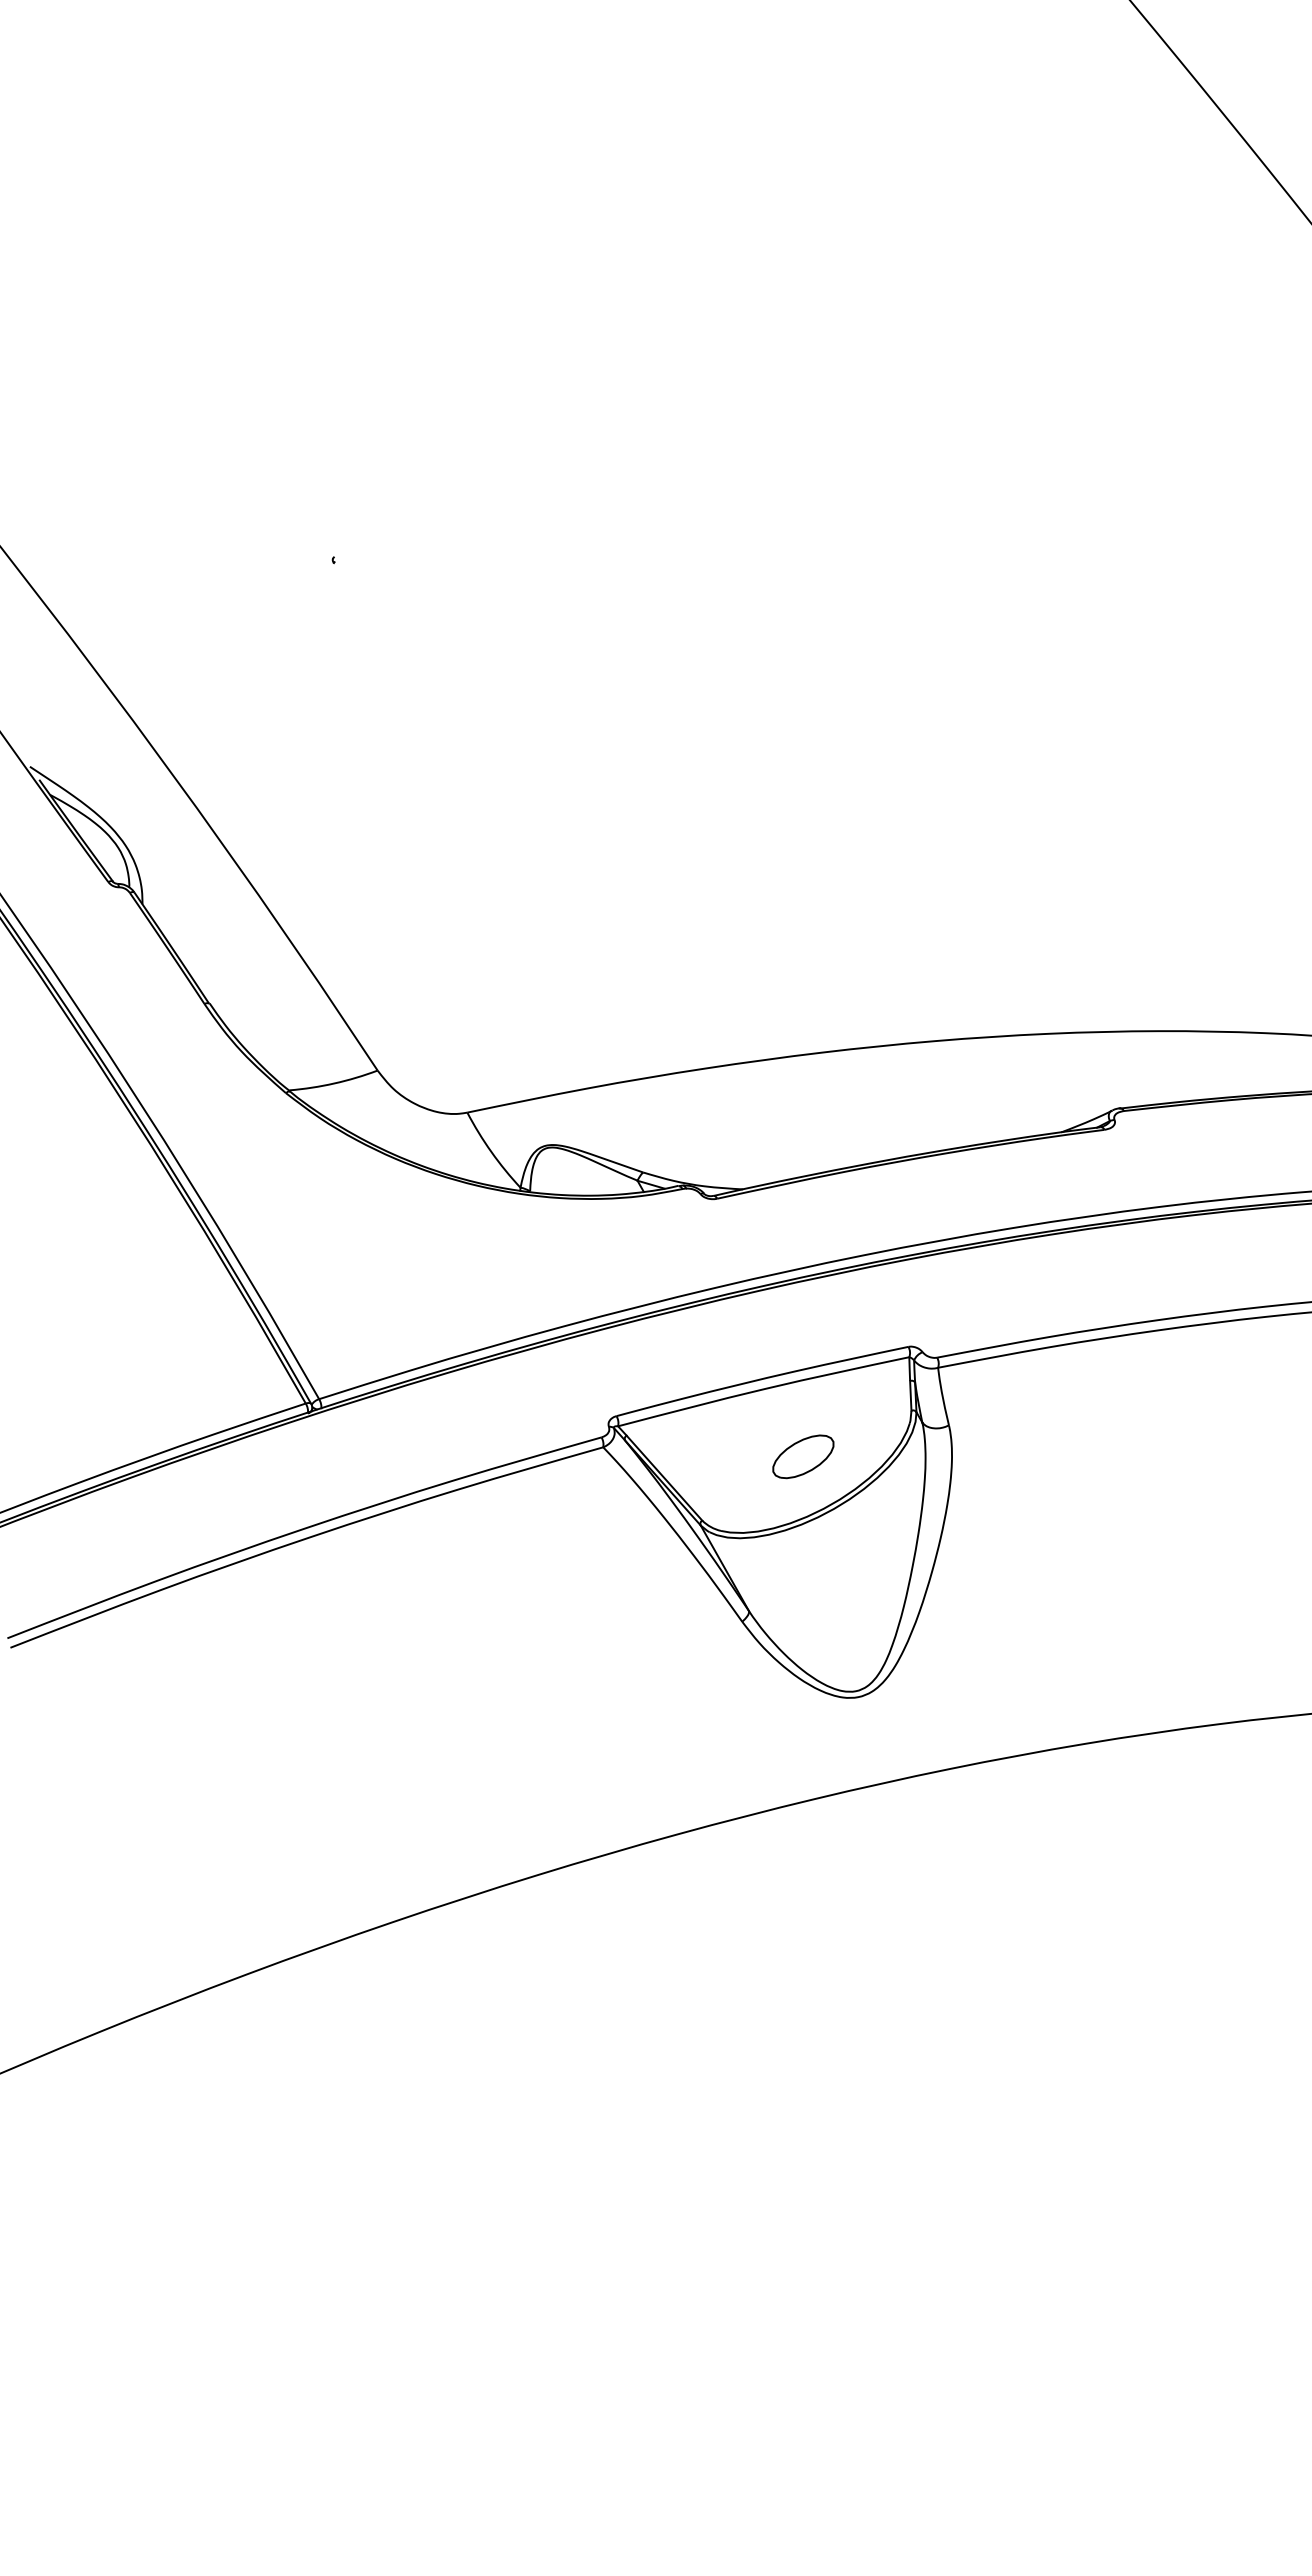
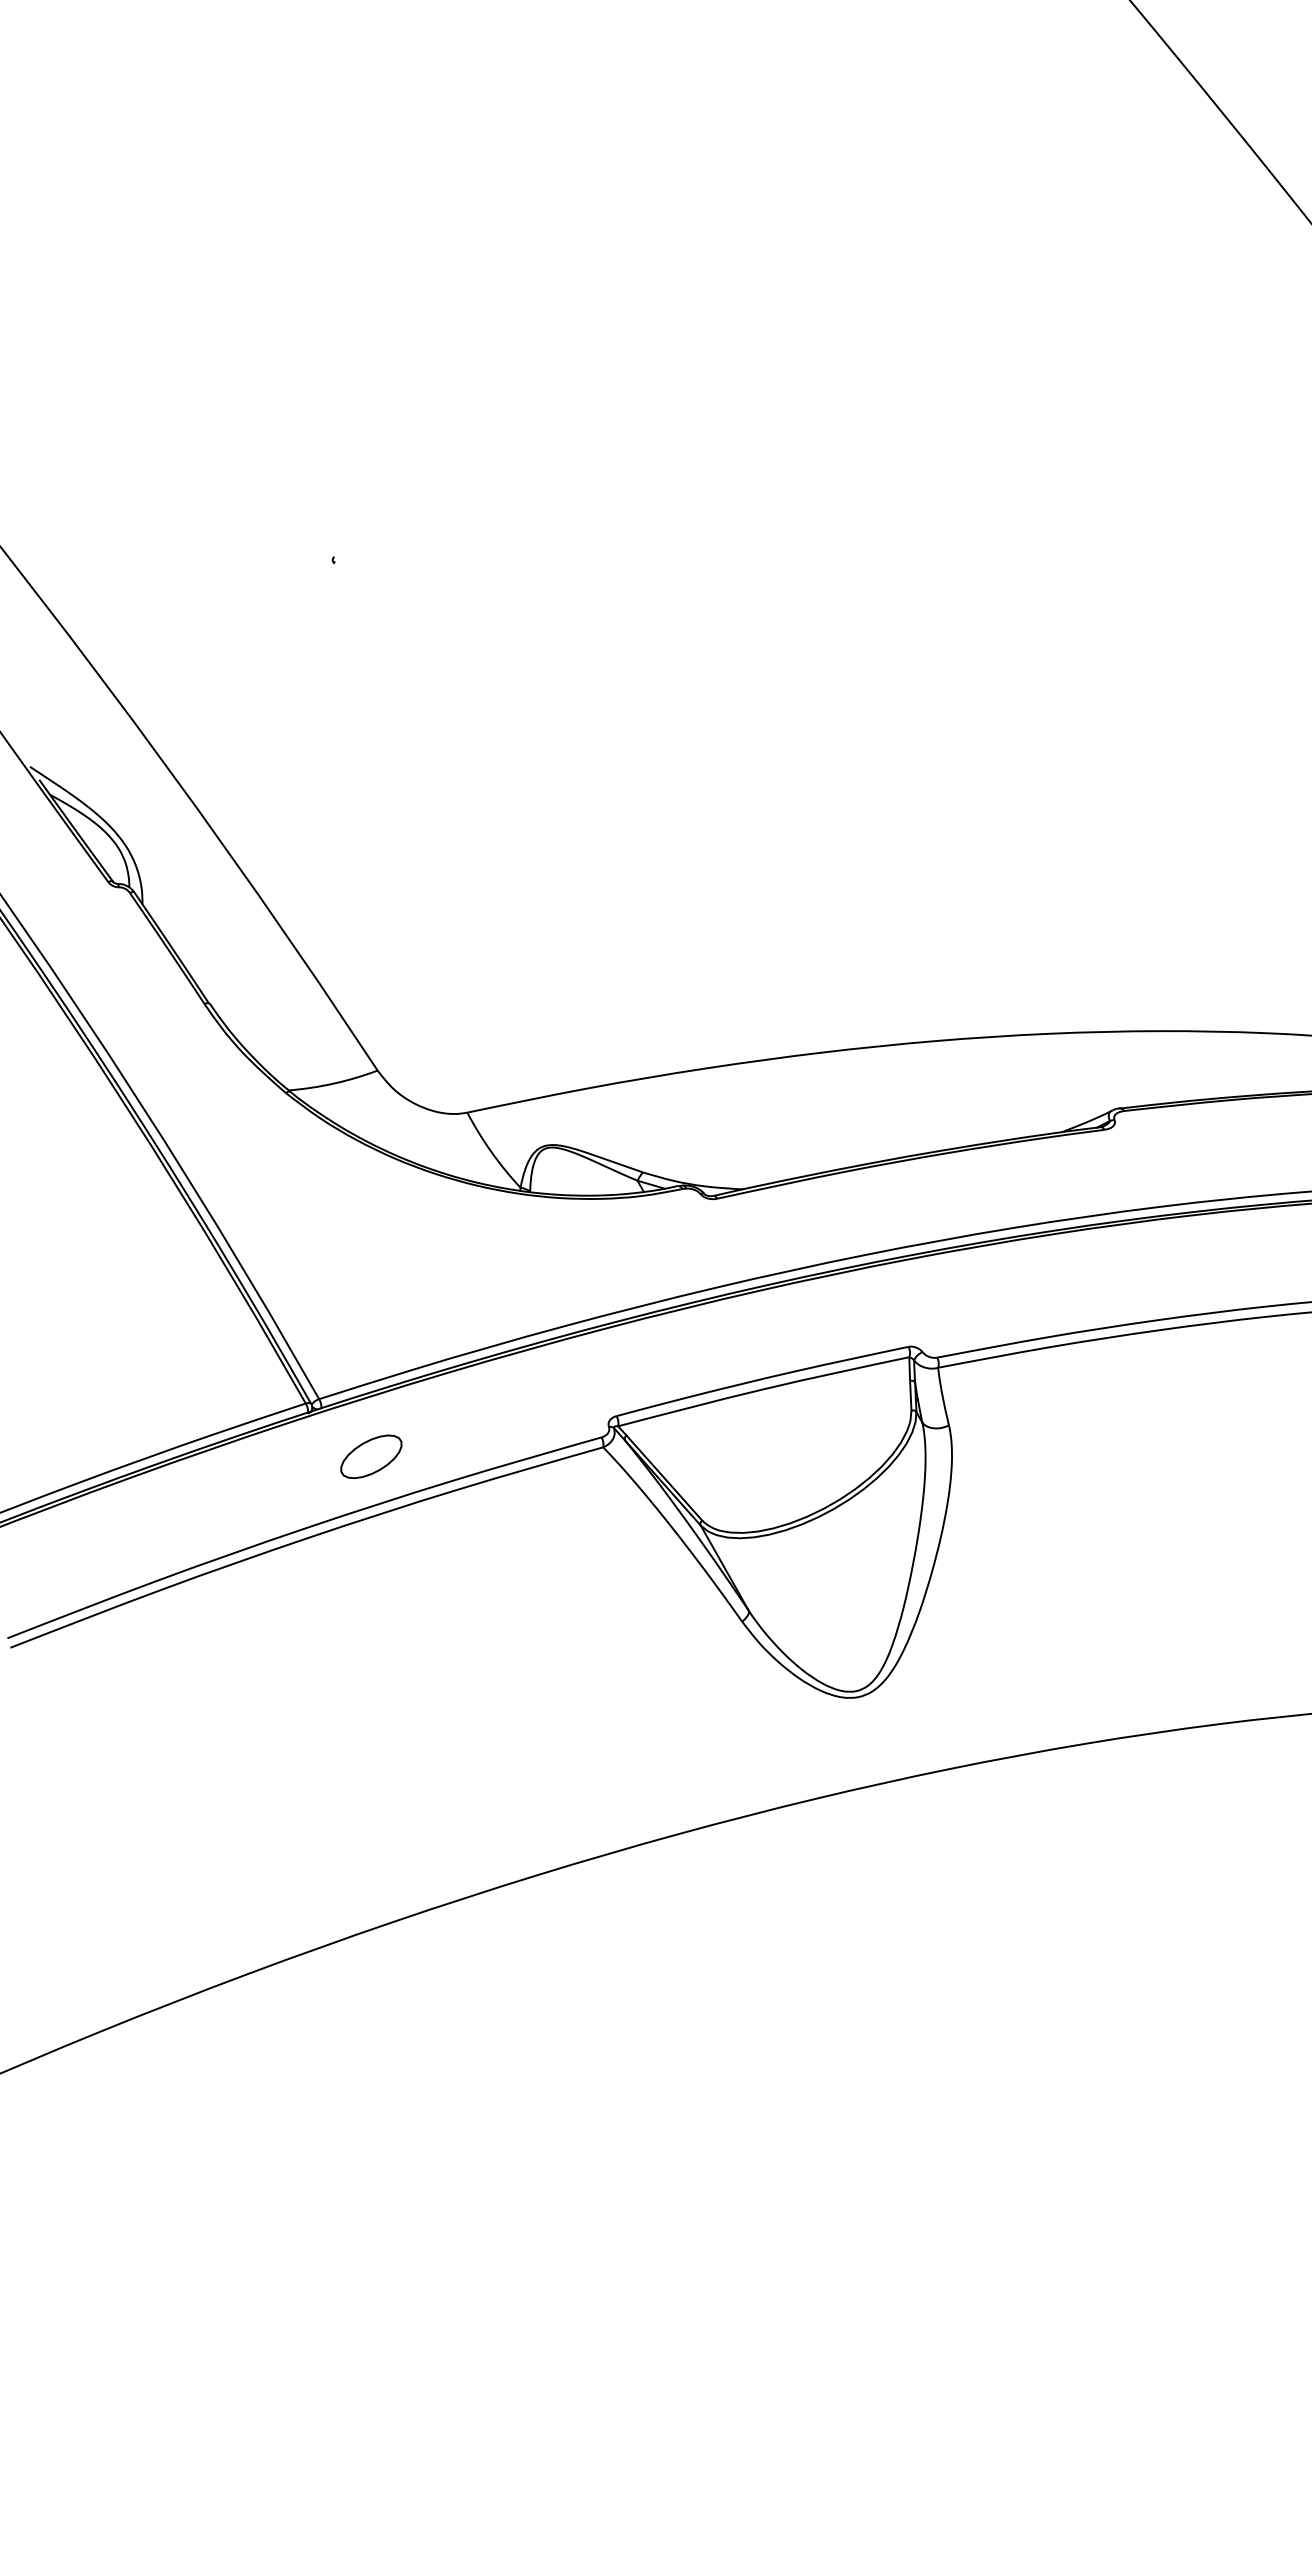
part at (803, 1456) position: (803, 1456) -> (371, 1456)
